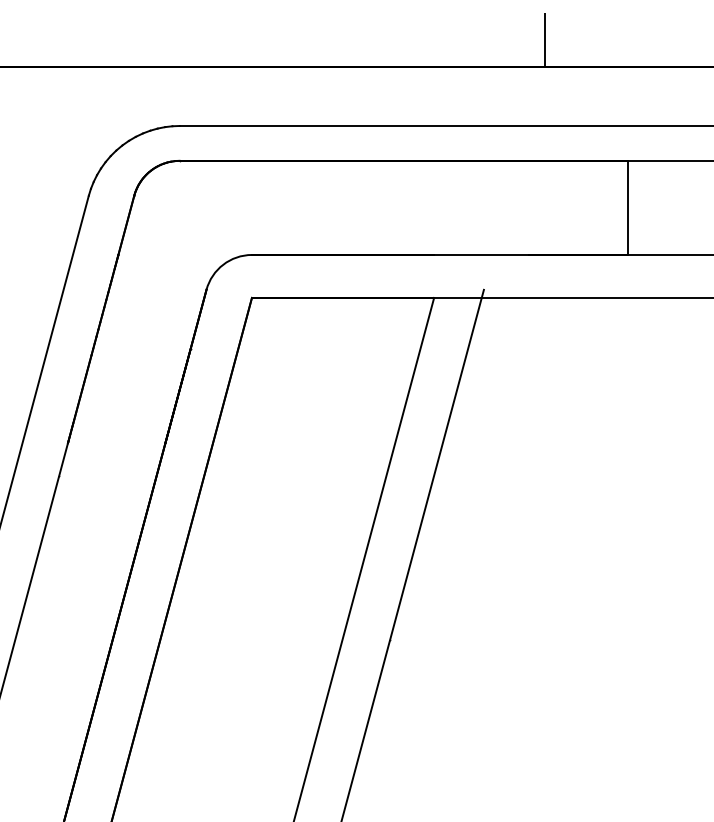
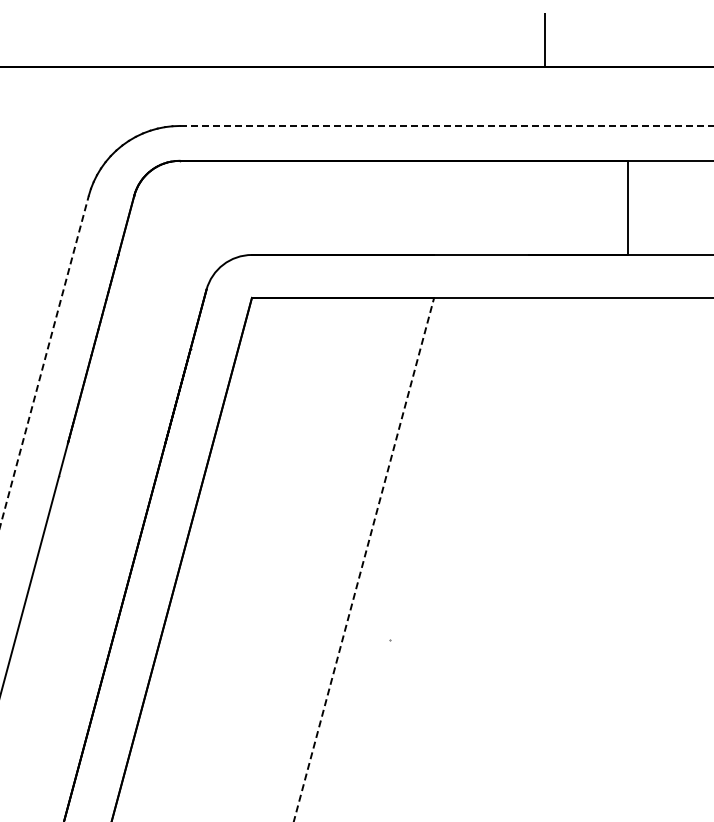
line at (446, 125): solid -> dashed
line at (44, 360): solid -> dashed
line at (412, 553): present -> none
line at (364, 559): solid -> dashed
